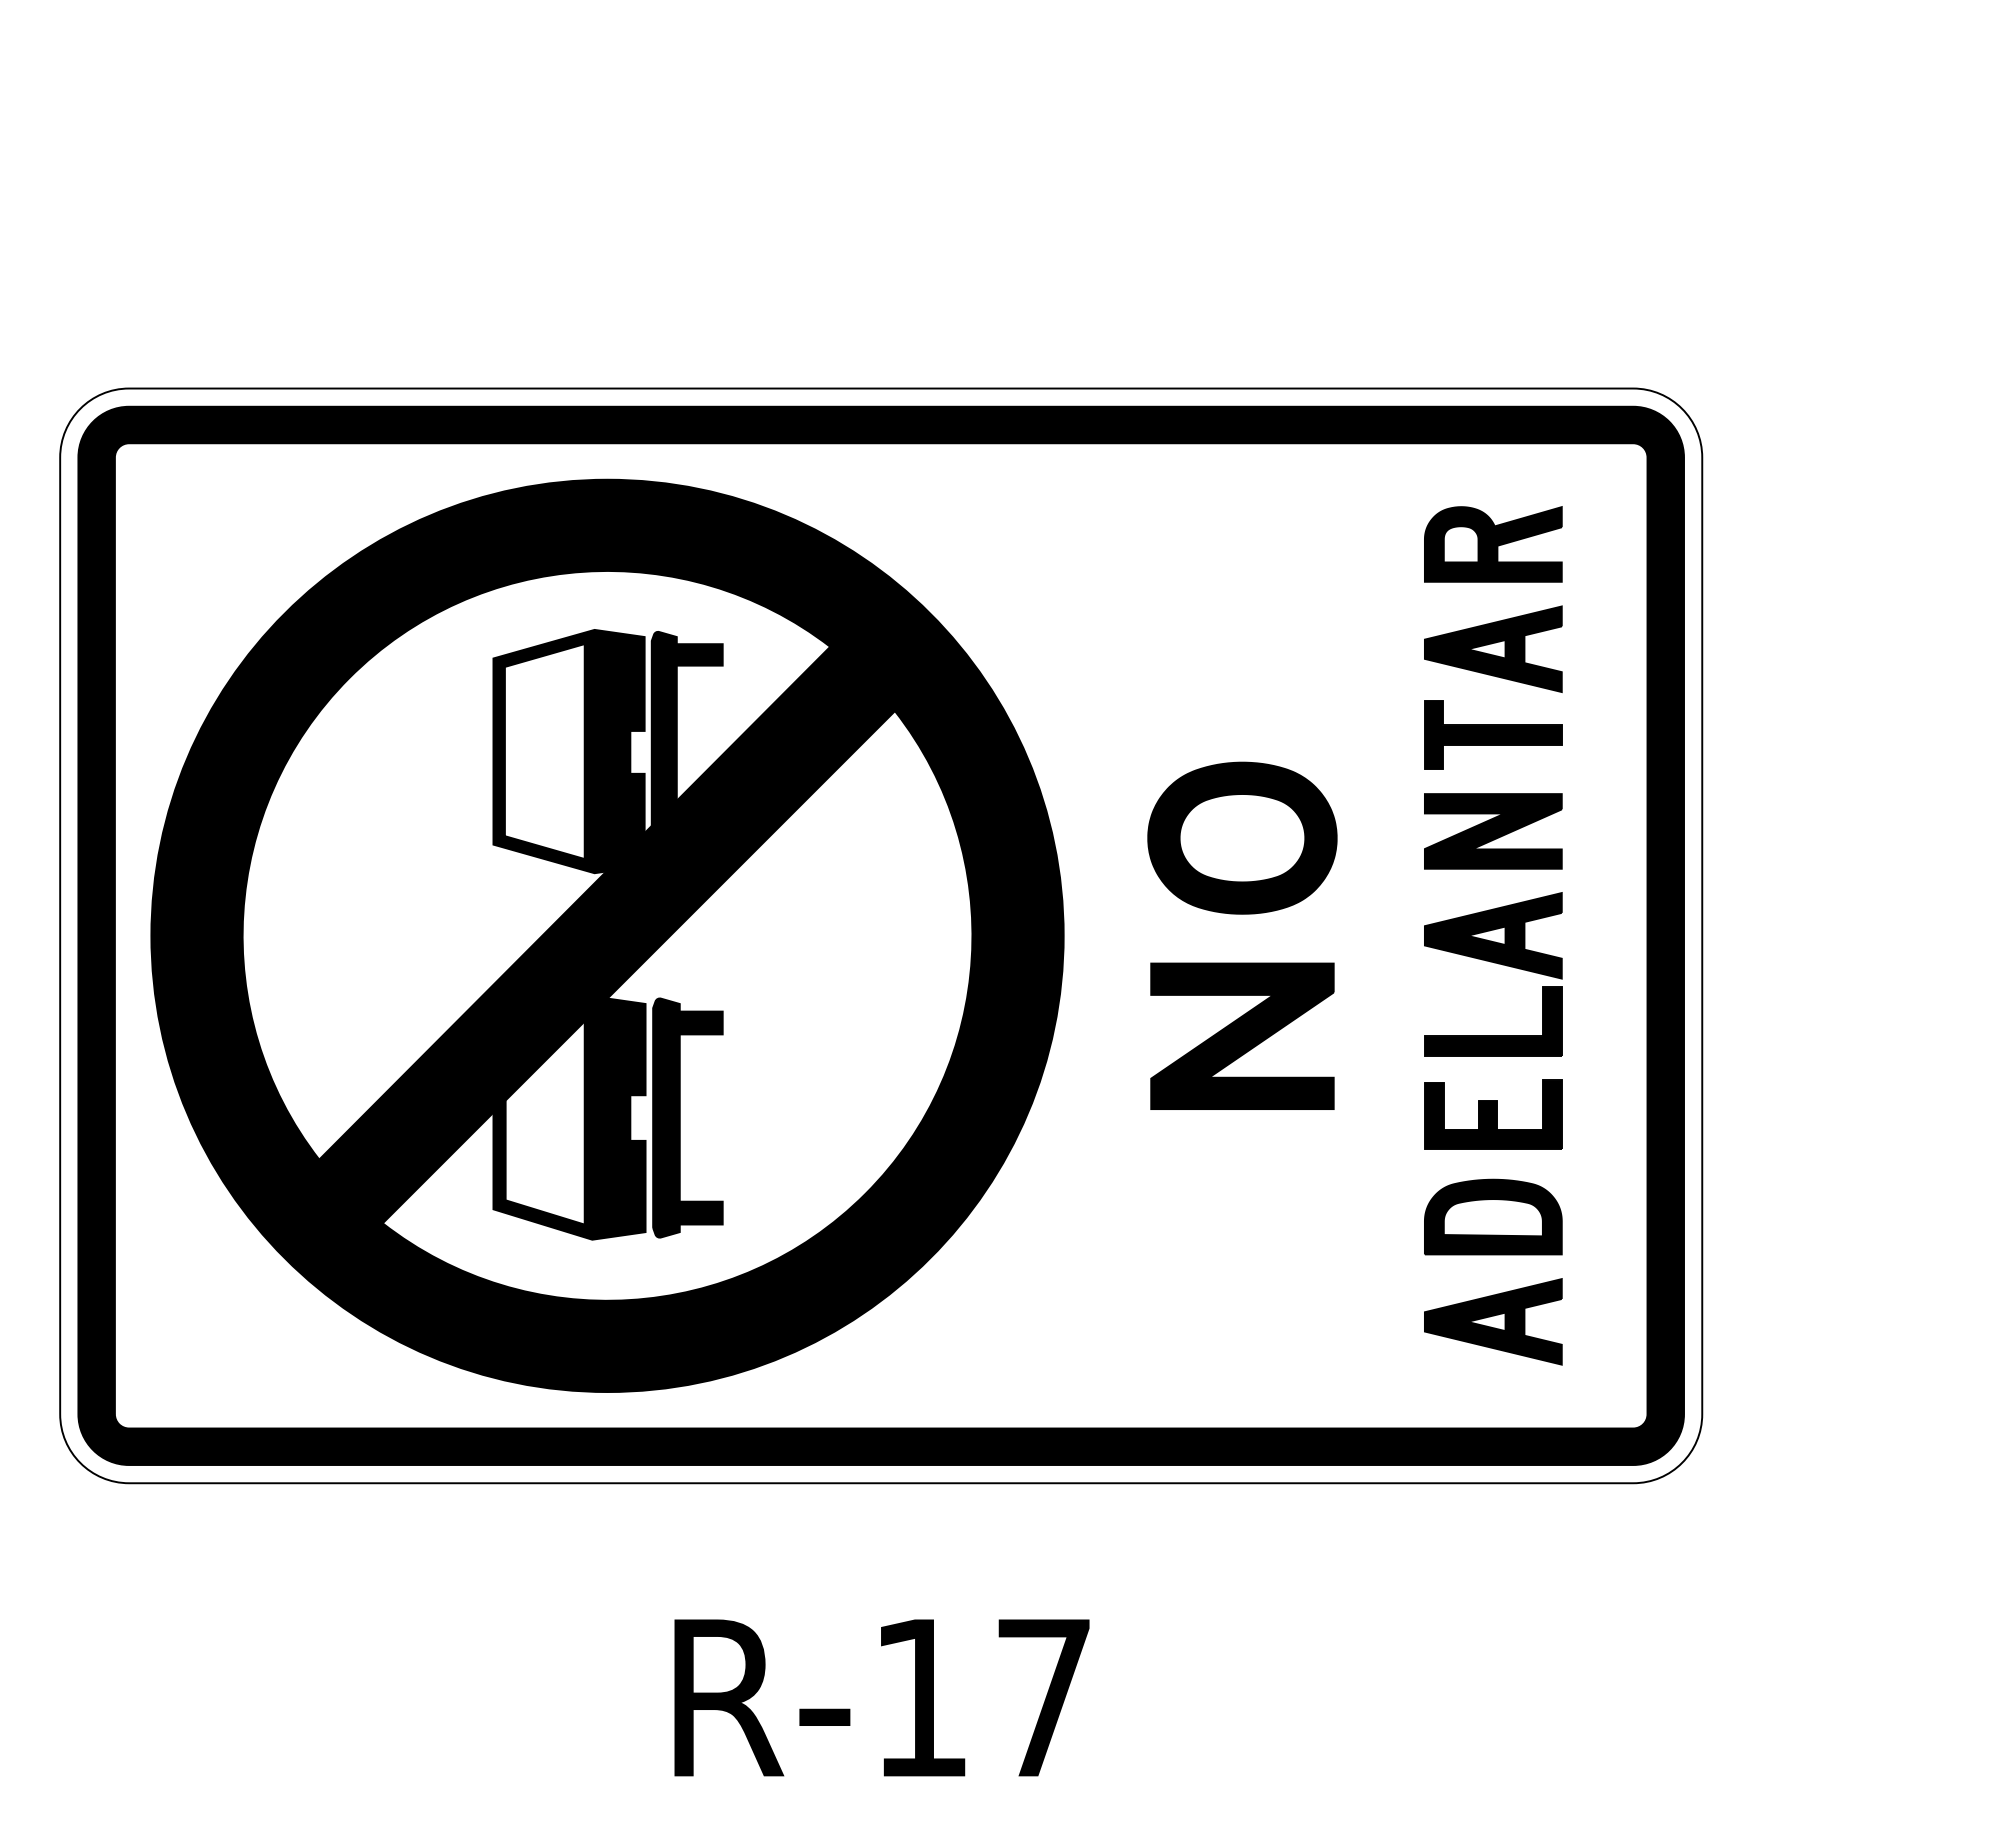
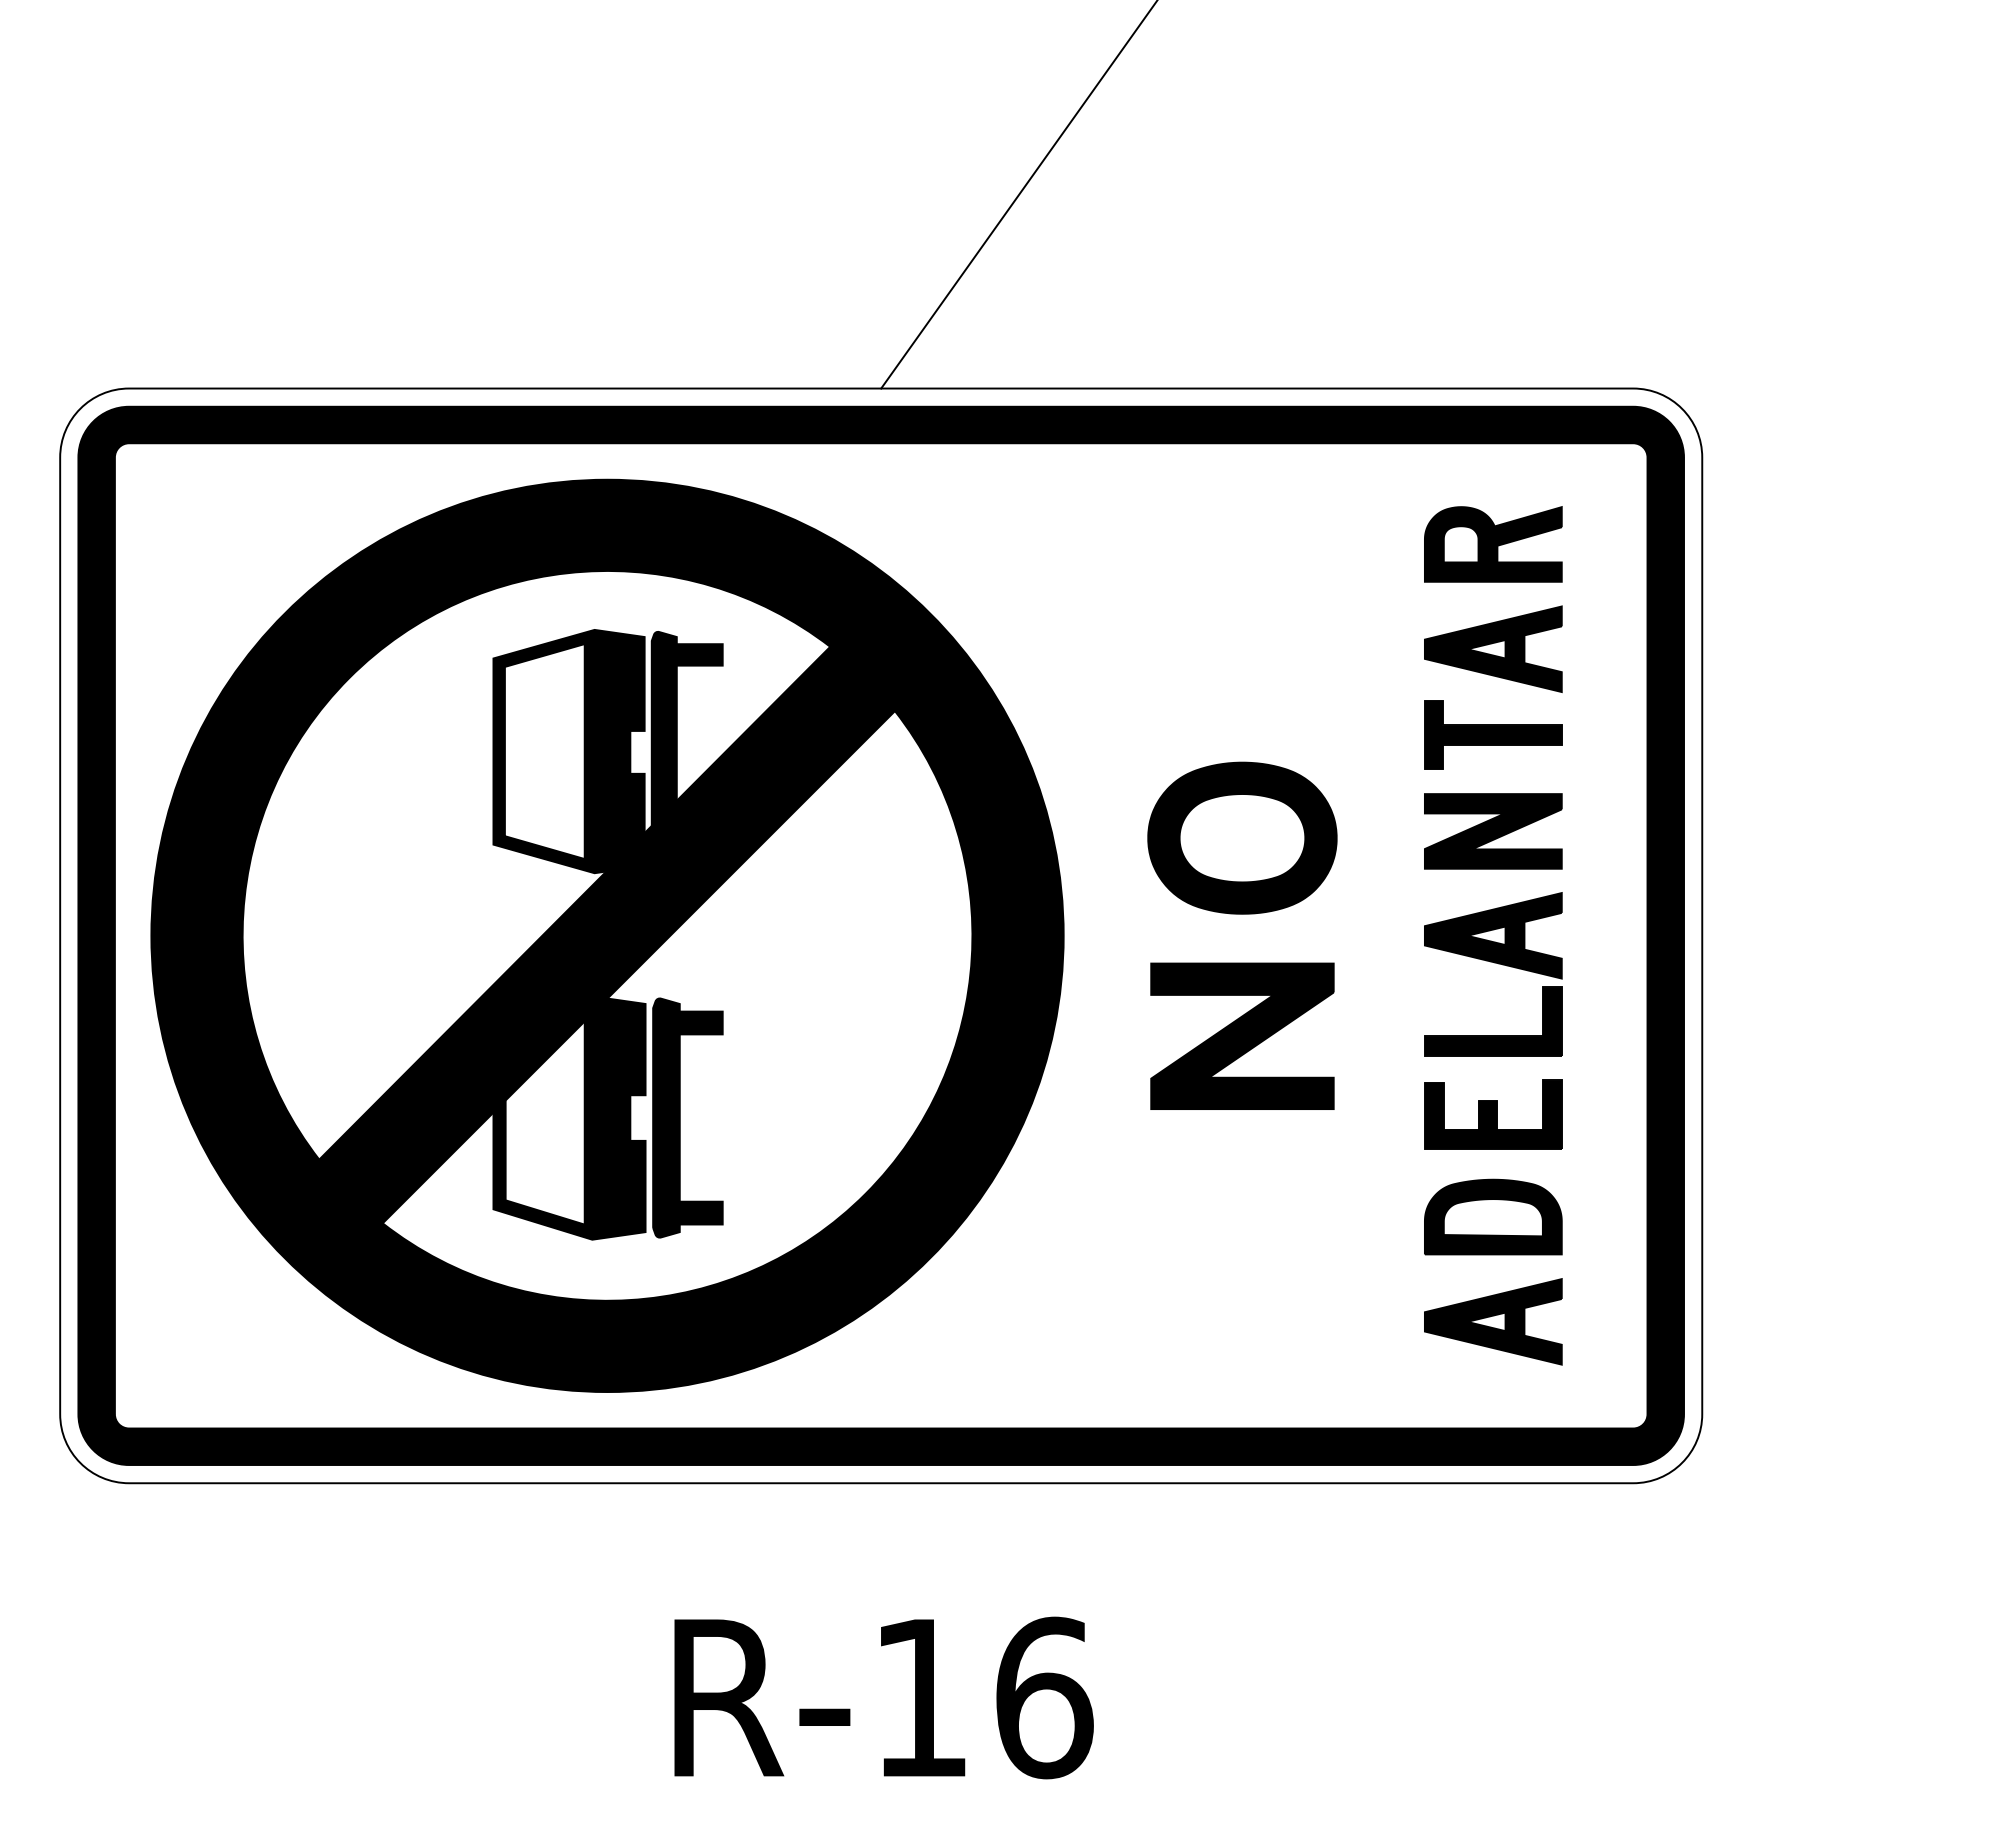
line at (1018, 195): none -> present
text at (1044, 1697): R-17 -> R-16
